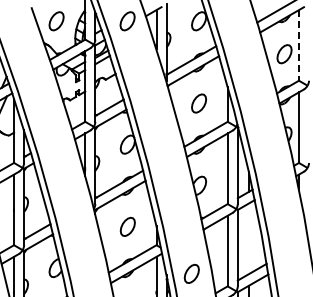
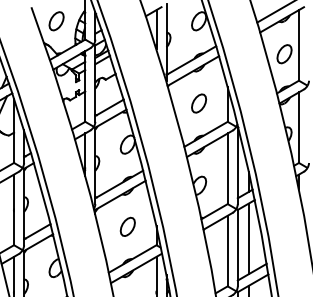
part at (127, 21): present -> none
line at (298, 45): dashed -> solid
line at (248, 238): none -> present
part at (191, 273): present -> none
